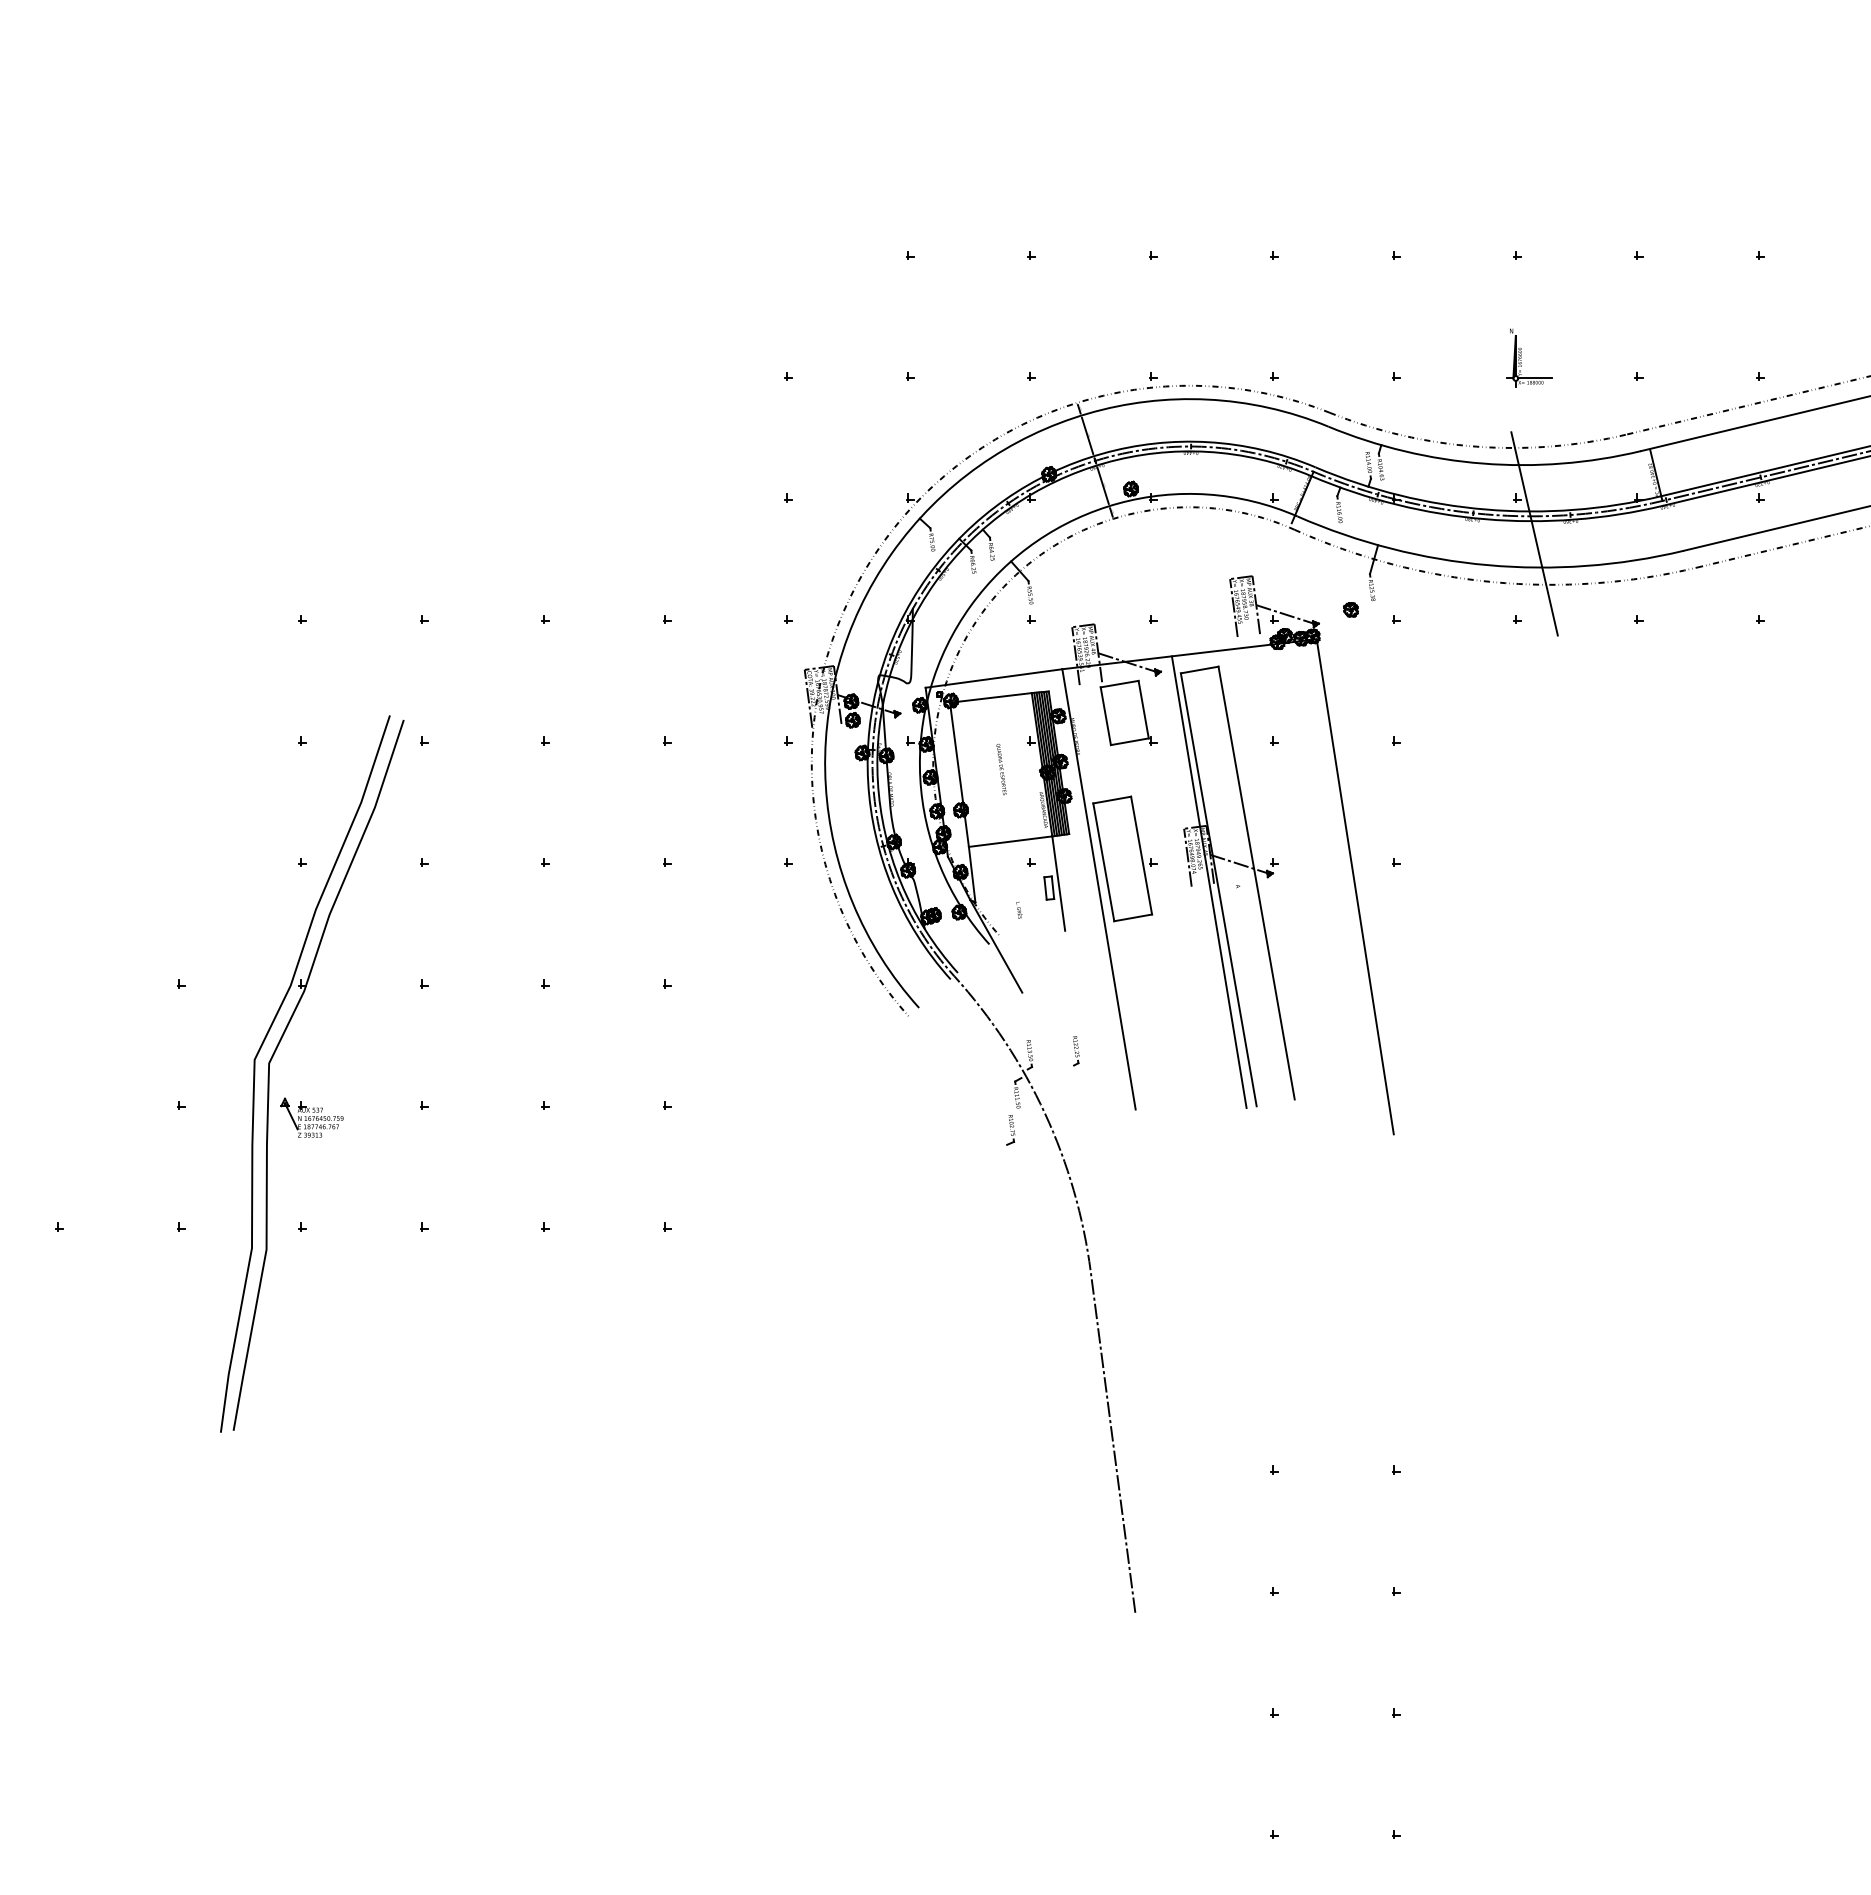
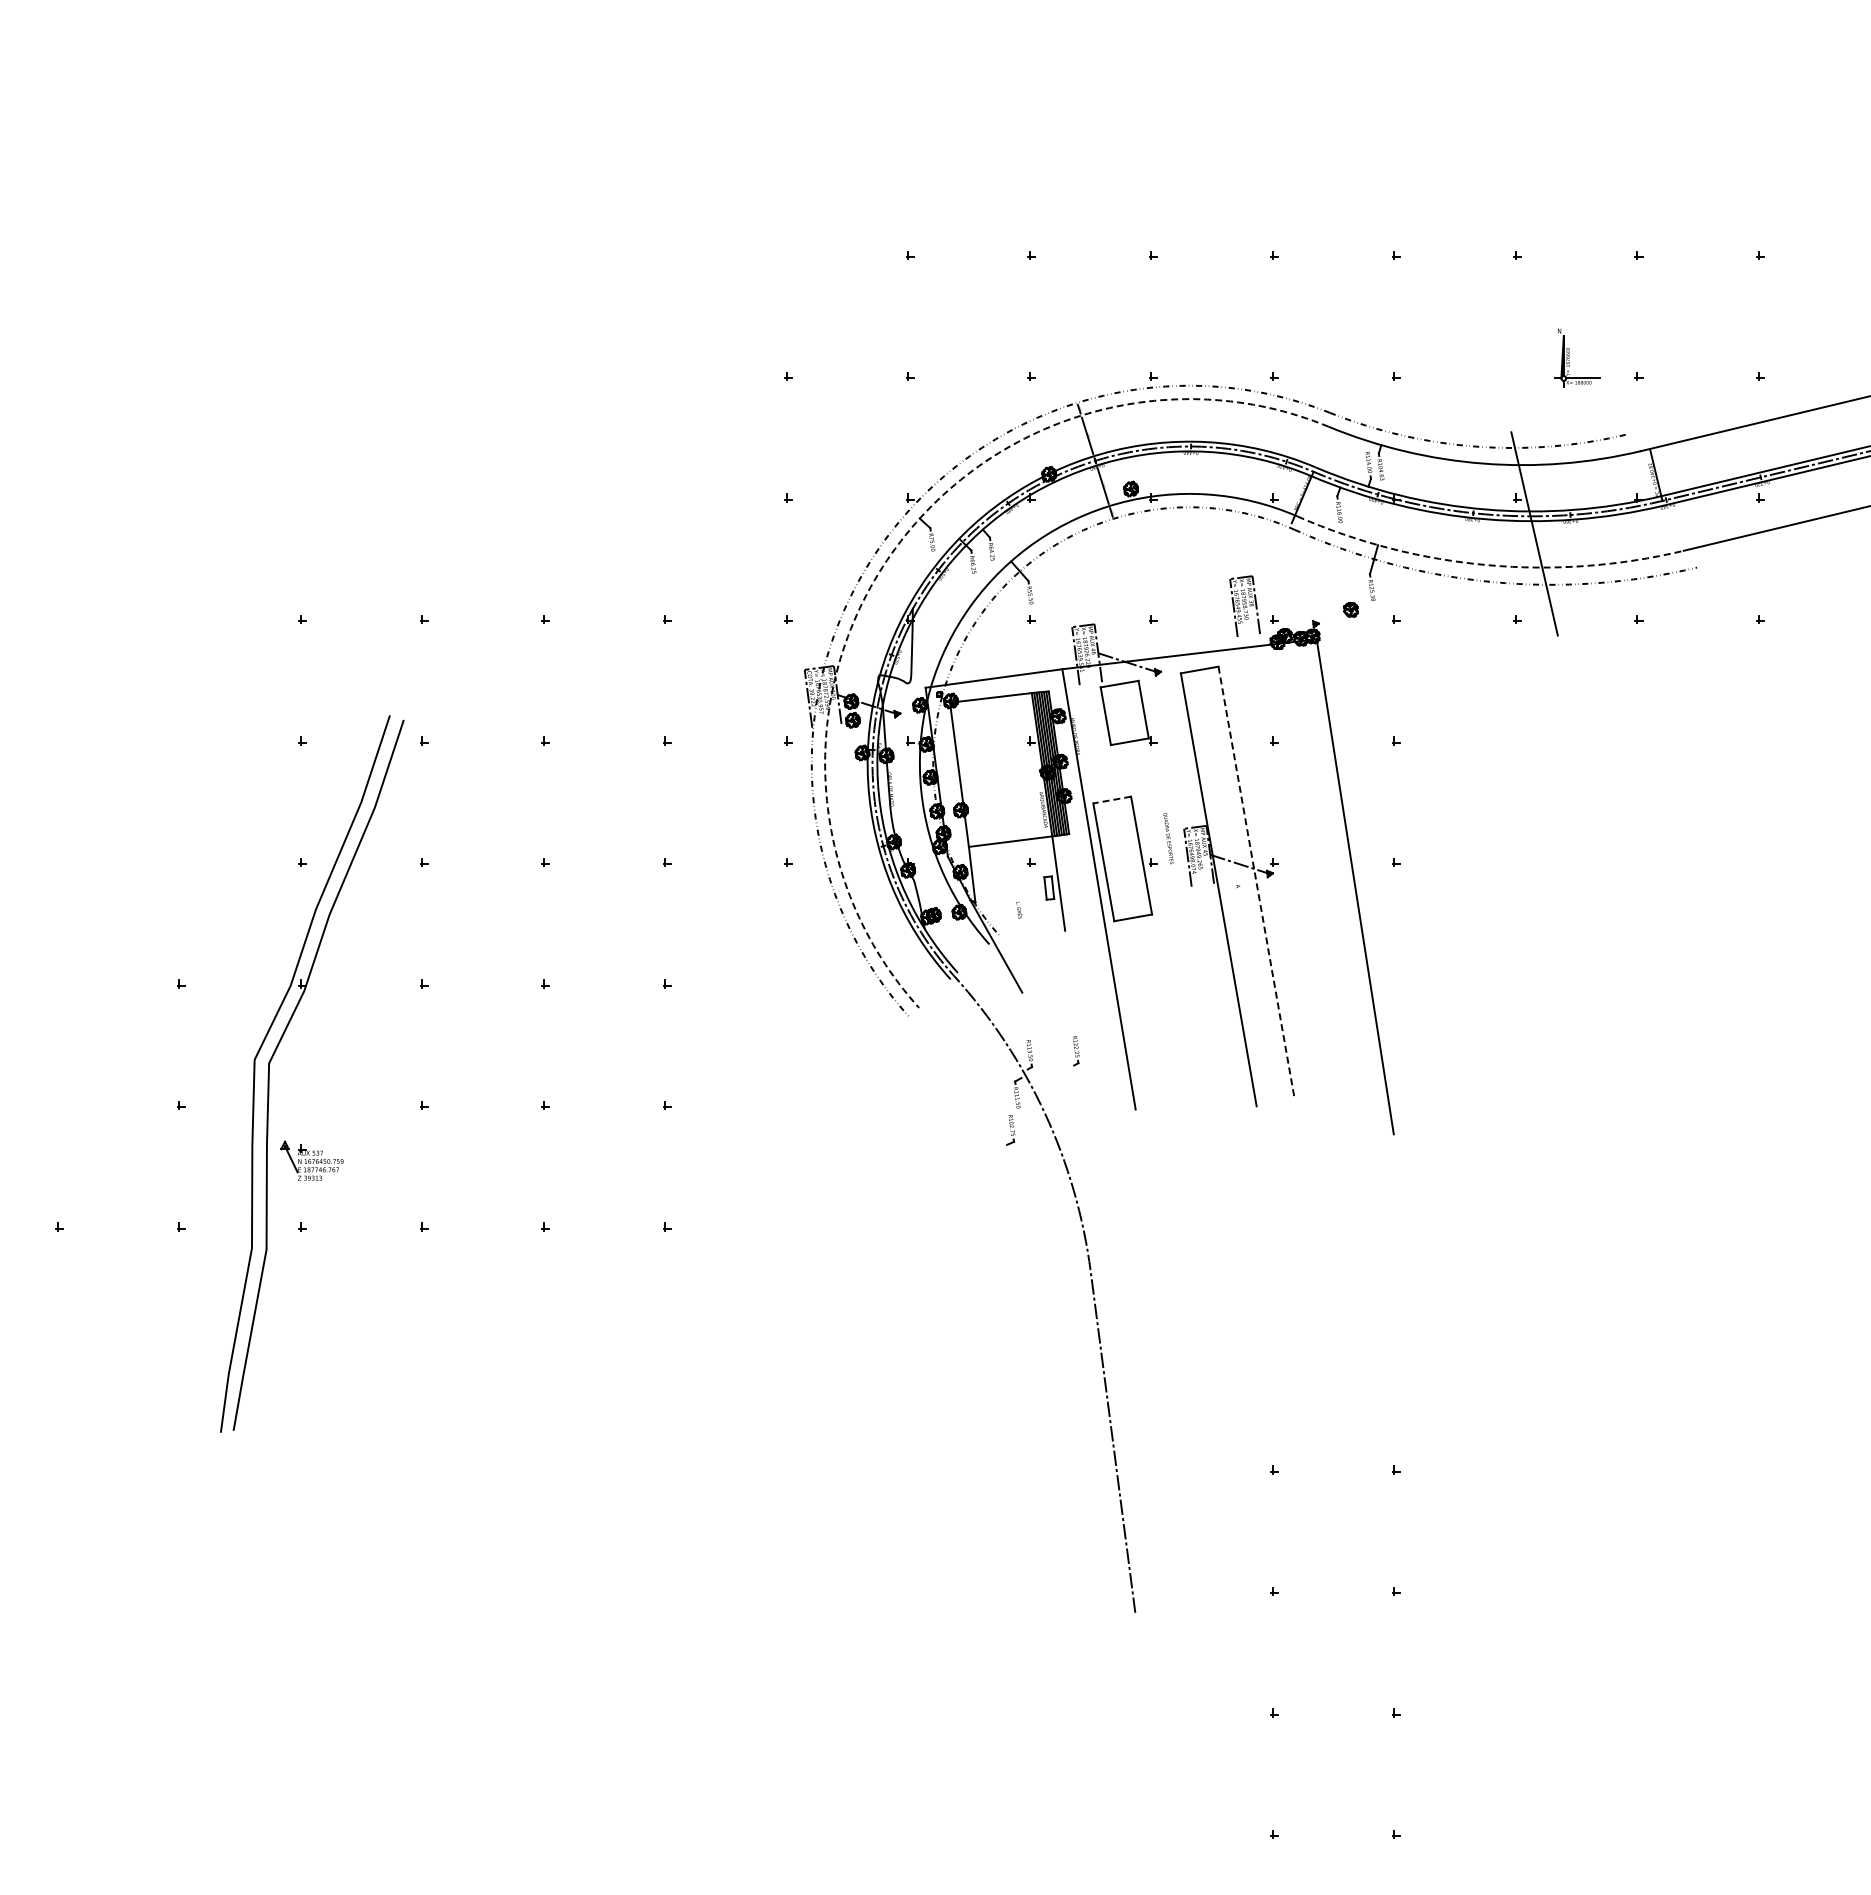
part at (1521, 357) position: (1521, 357) -> (1569, 357)
line at (1747, 405): present -> none
line at (1782, 546): present -> none
arc at (891, 553): solid -> dashed
arc at (1487, 565): solid -> dashed
line at (1285, 614): present -> none
text at (1001, 769) position: (1001, 769) -> (1168, 838)
line at (1111, 800): solid -> dashed
line at (1208, 882): present -> none
line at (1256, 883): solid -> dashed
part at (311, 1117) position: (311, 1117) -> (311, 1160)
